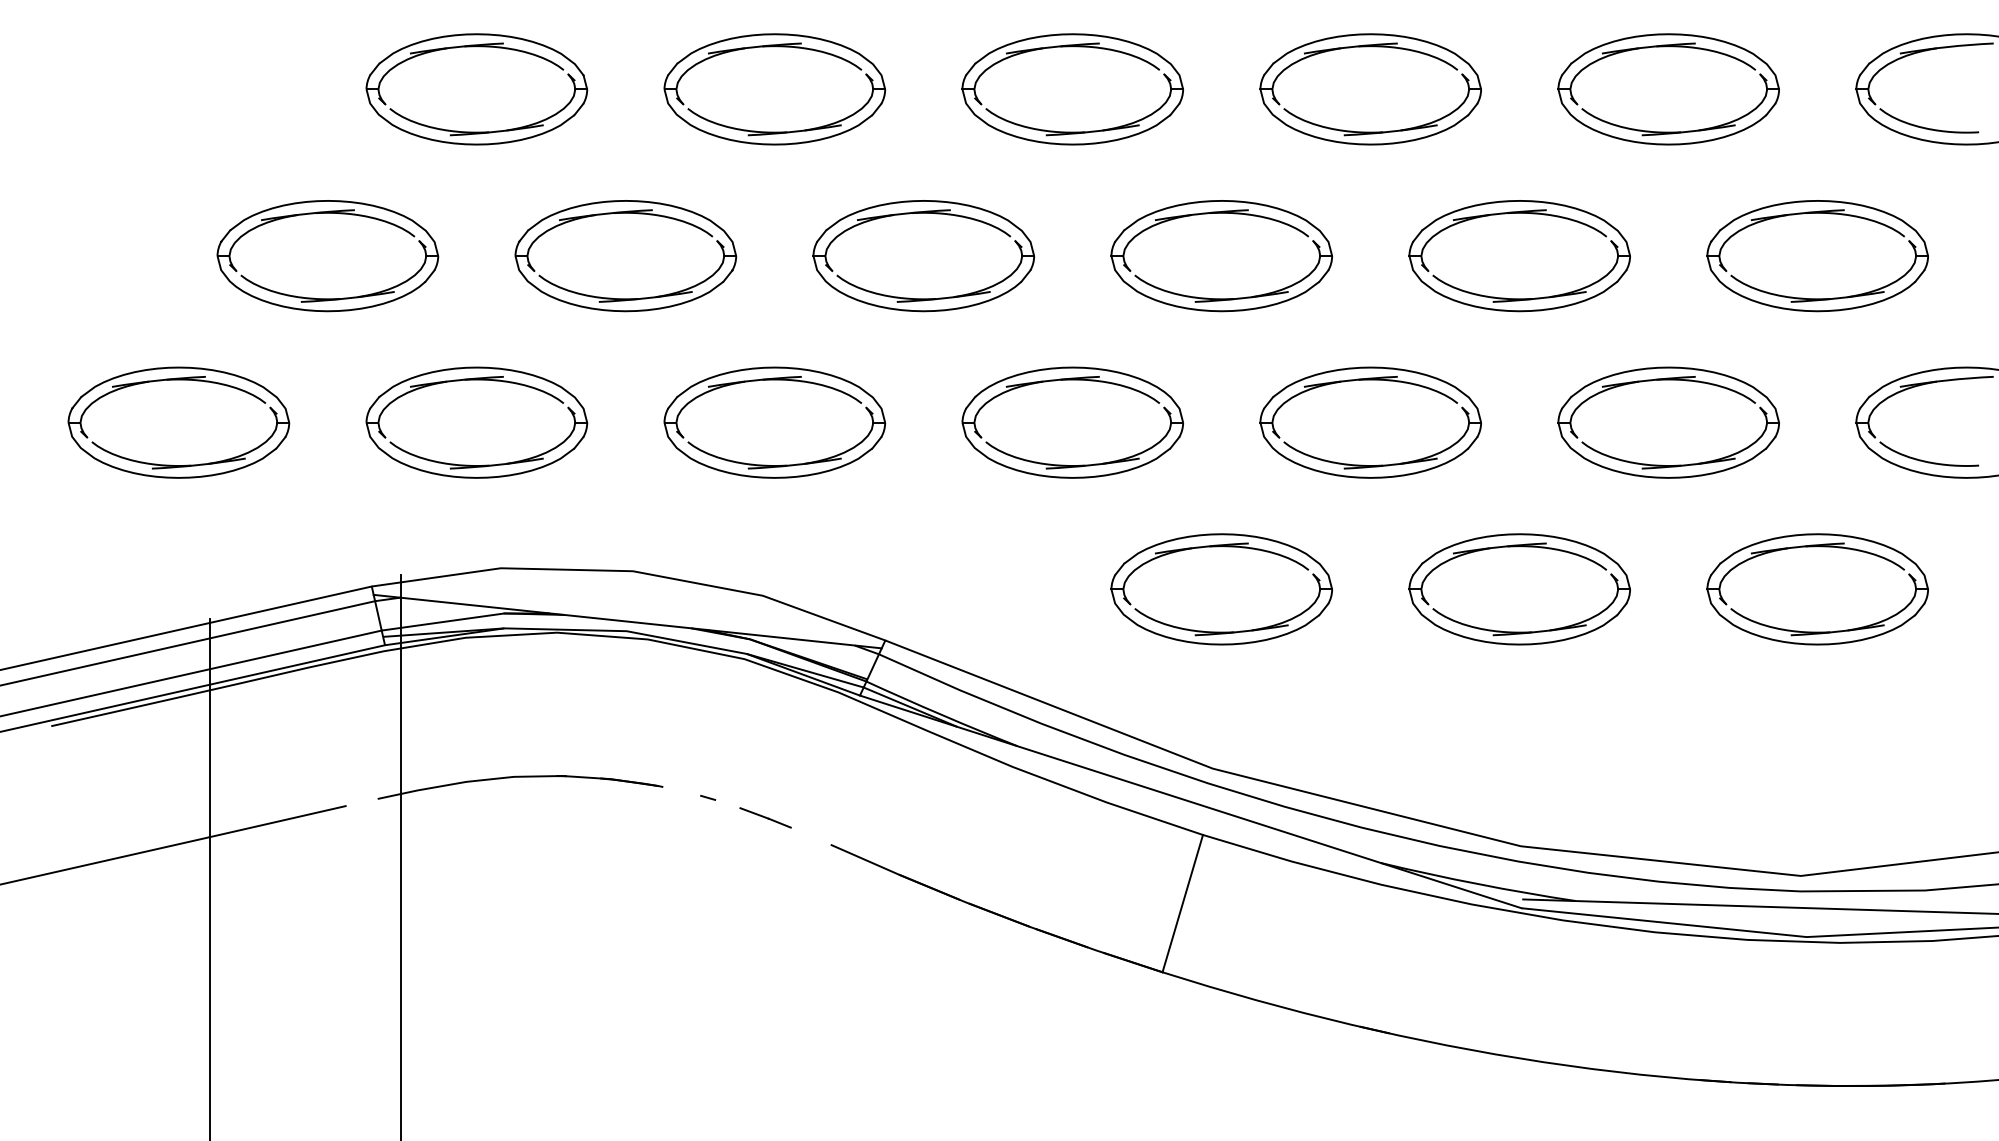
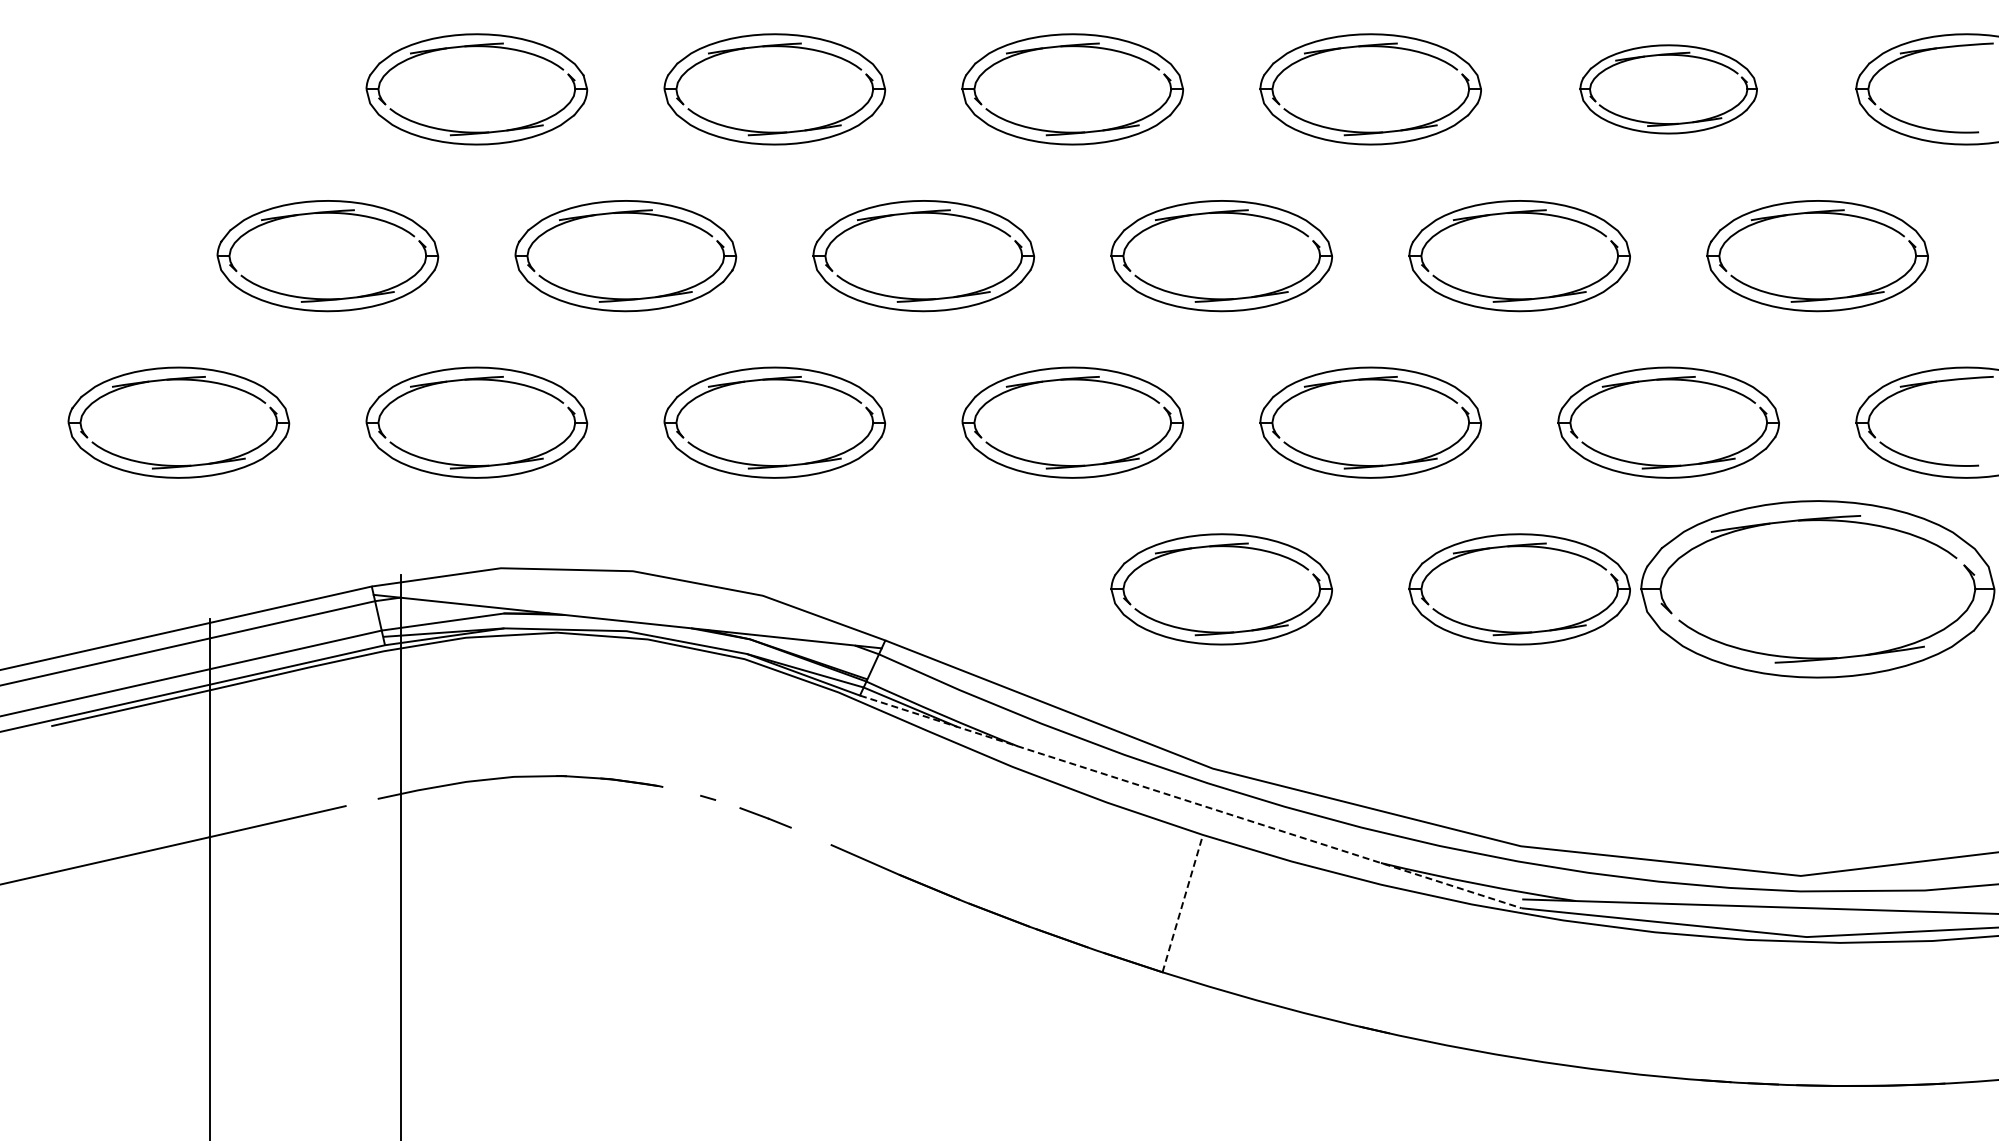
part at (1668, 89) size: 223x113 px -> 179x91 px
part at (1817, 589) size: 223x113 px -> 356x179 px
line at (1191, 802): solid -> dashed
line at (1182, 903): solid -> dashed
